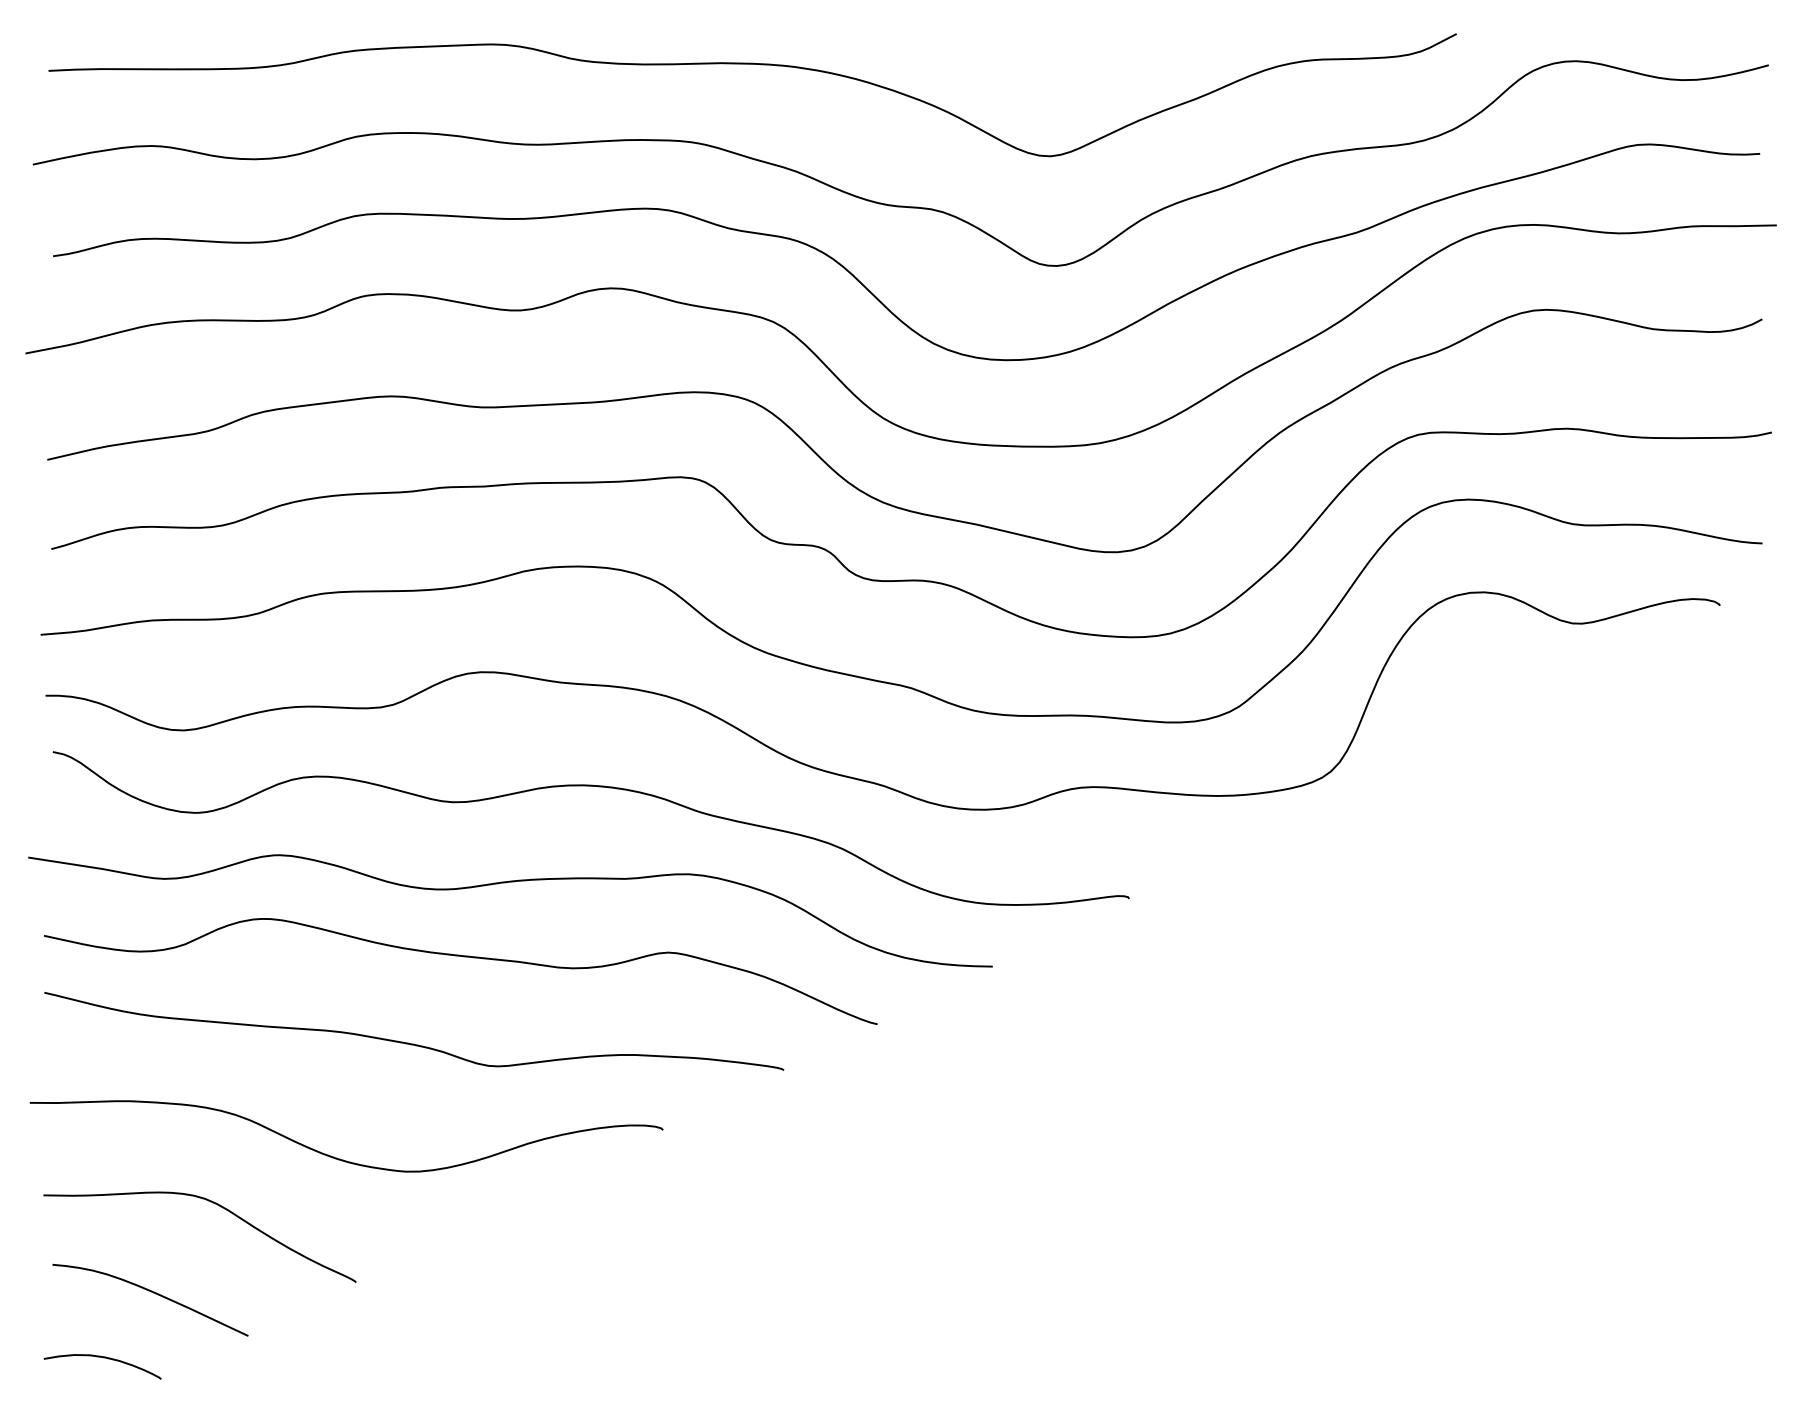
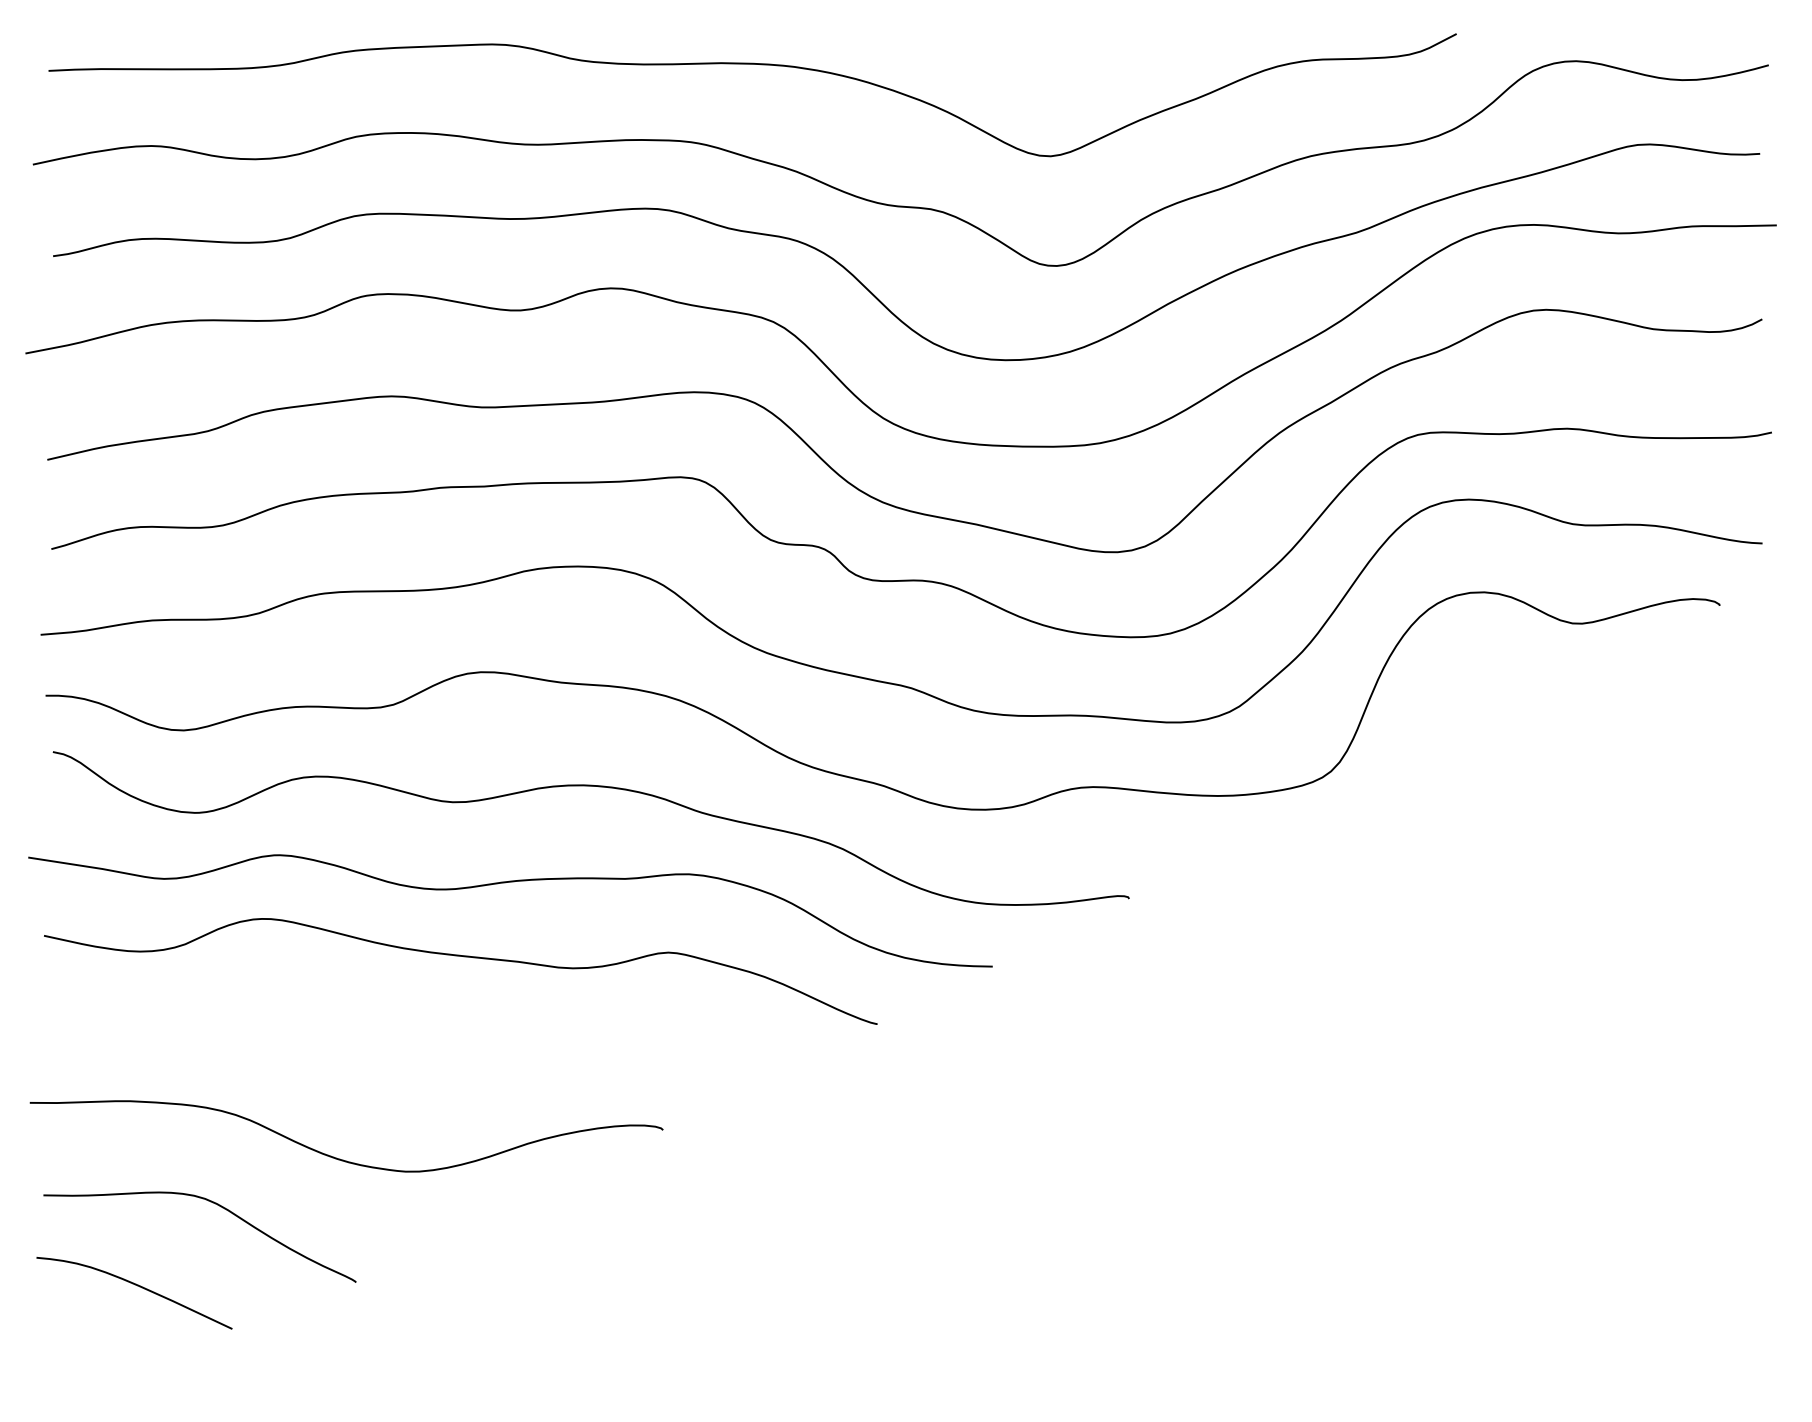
curve at (413, 1043): present -> none
curve at (153, 1293) position: (153, 1293) -> (137, 1286)
curve at (103, 1358): present -> none
